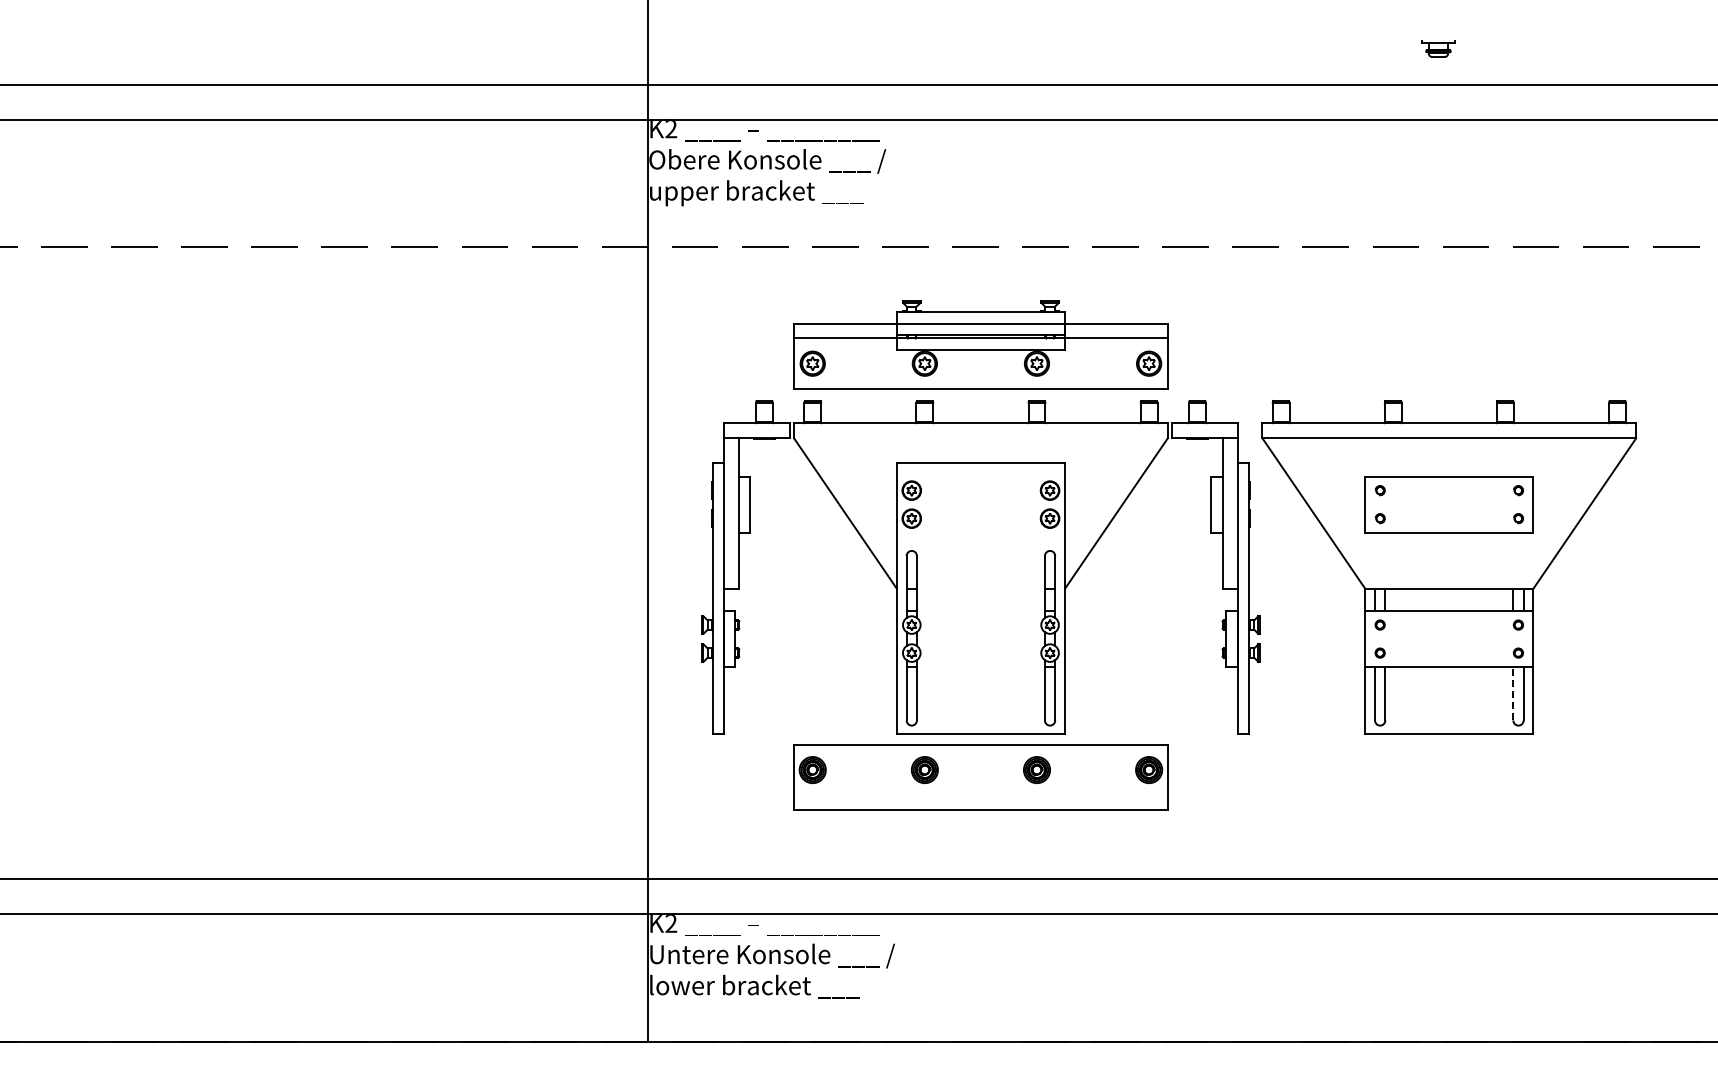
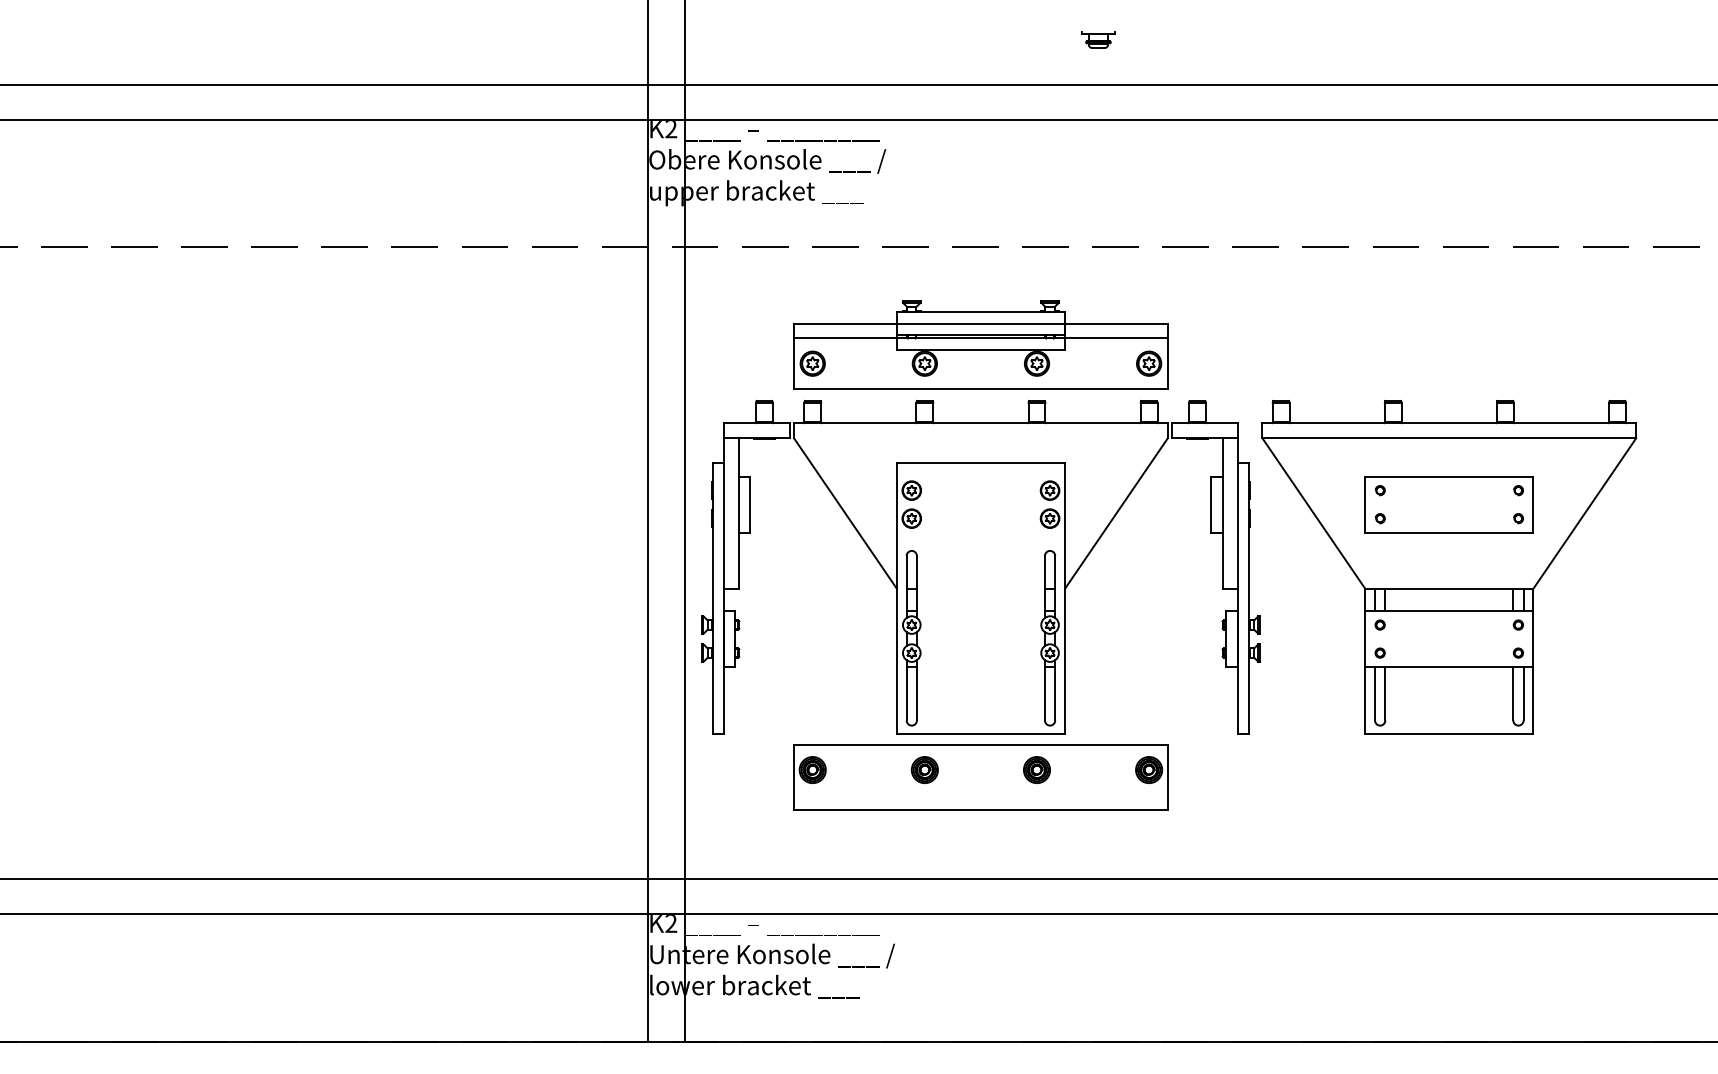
part at (1438, 48) position: (1438, 48) -> (1098, 39)
line at (685, 521): none -> present
line at (1513, 693): dashed -> solid
